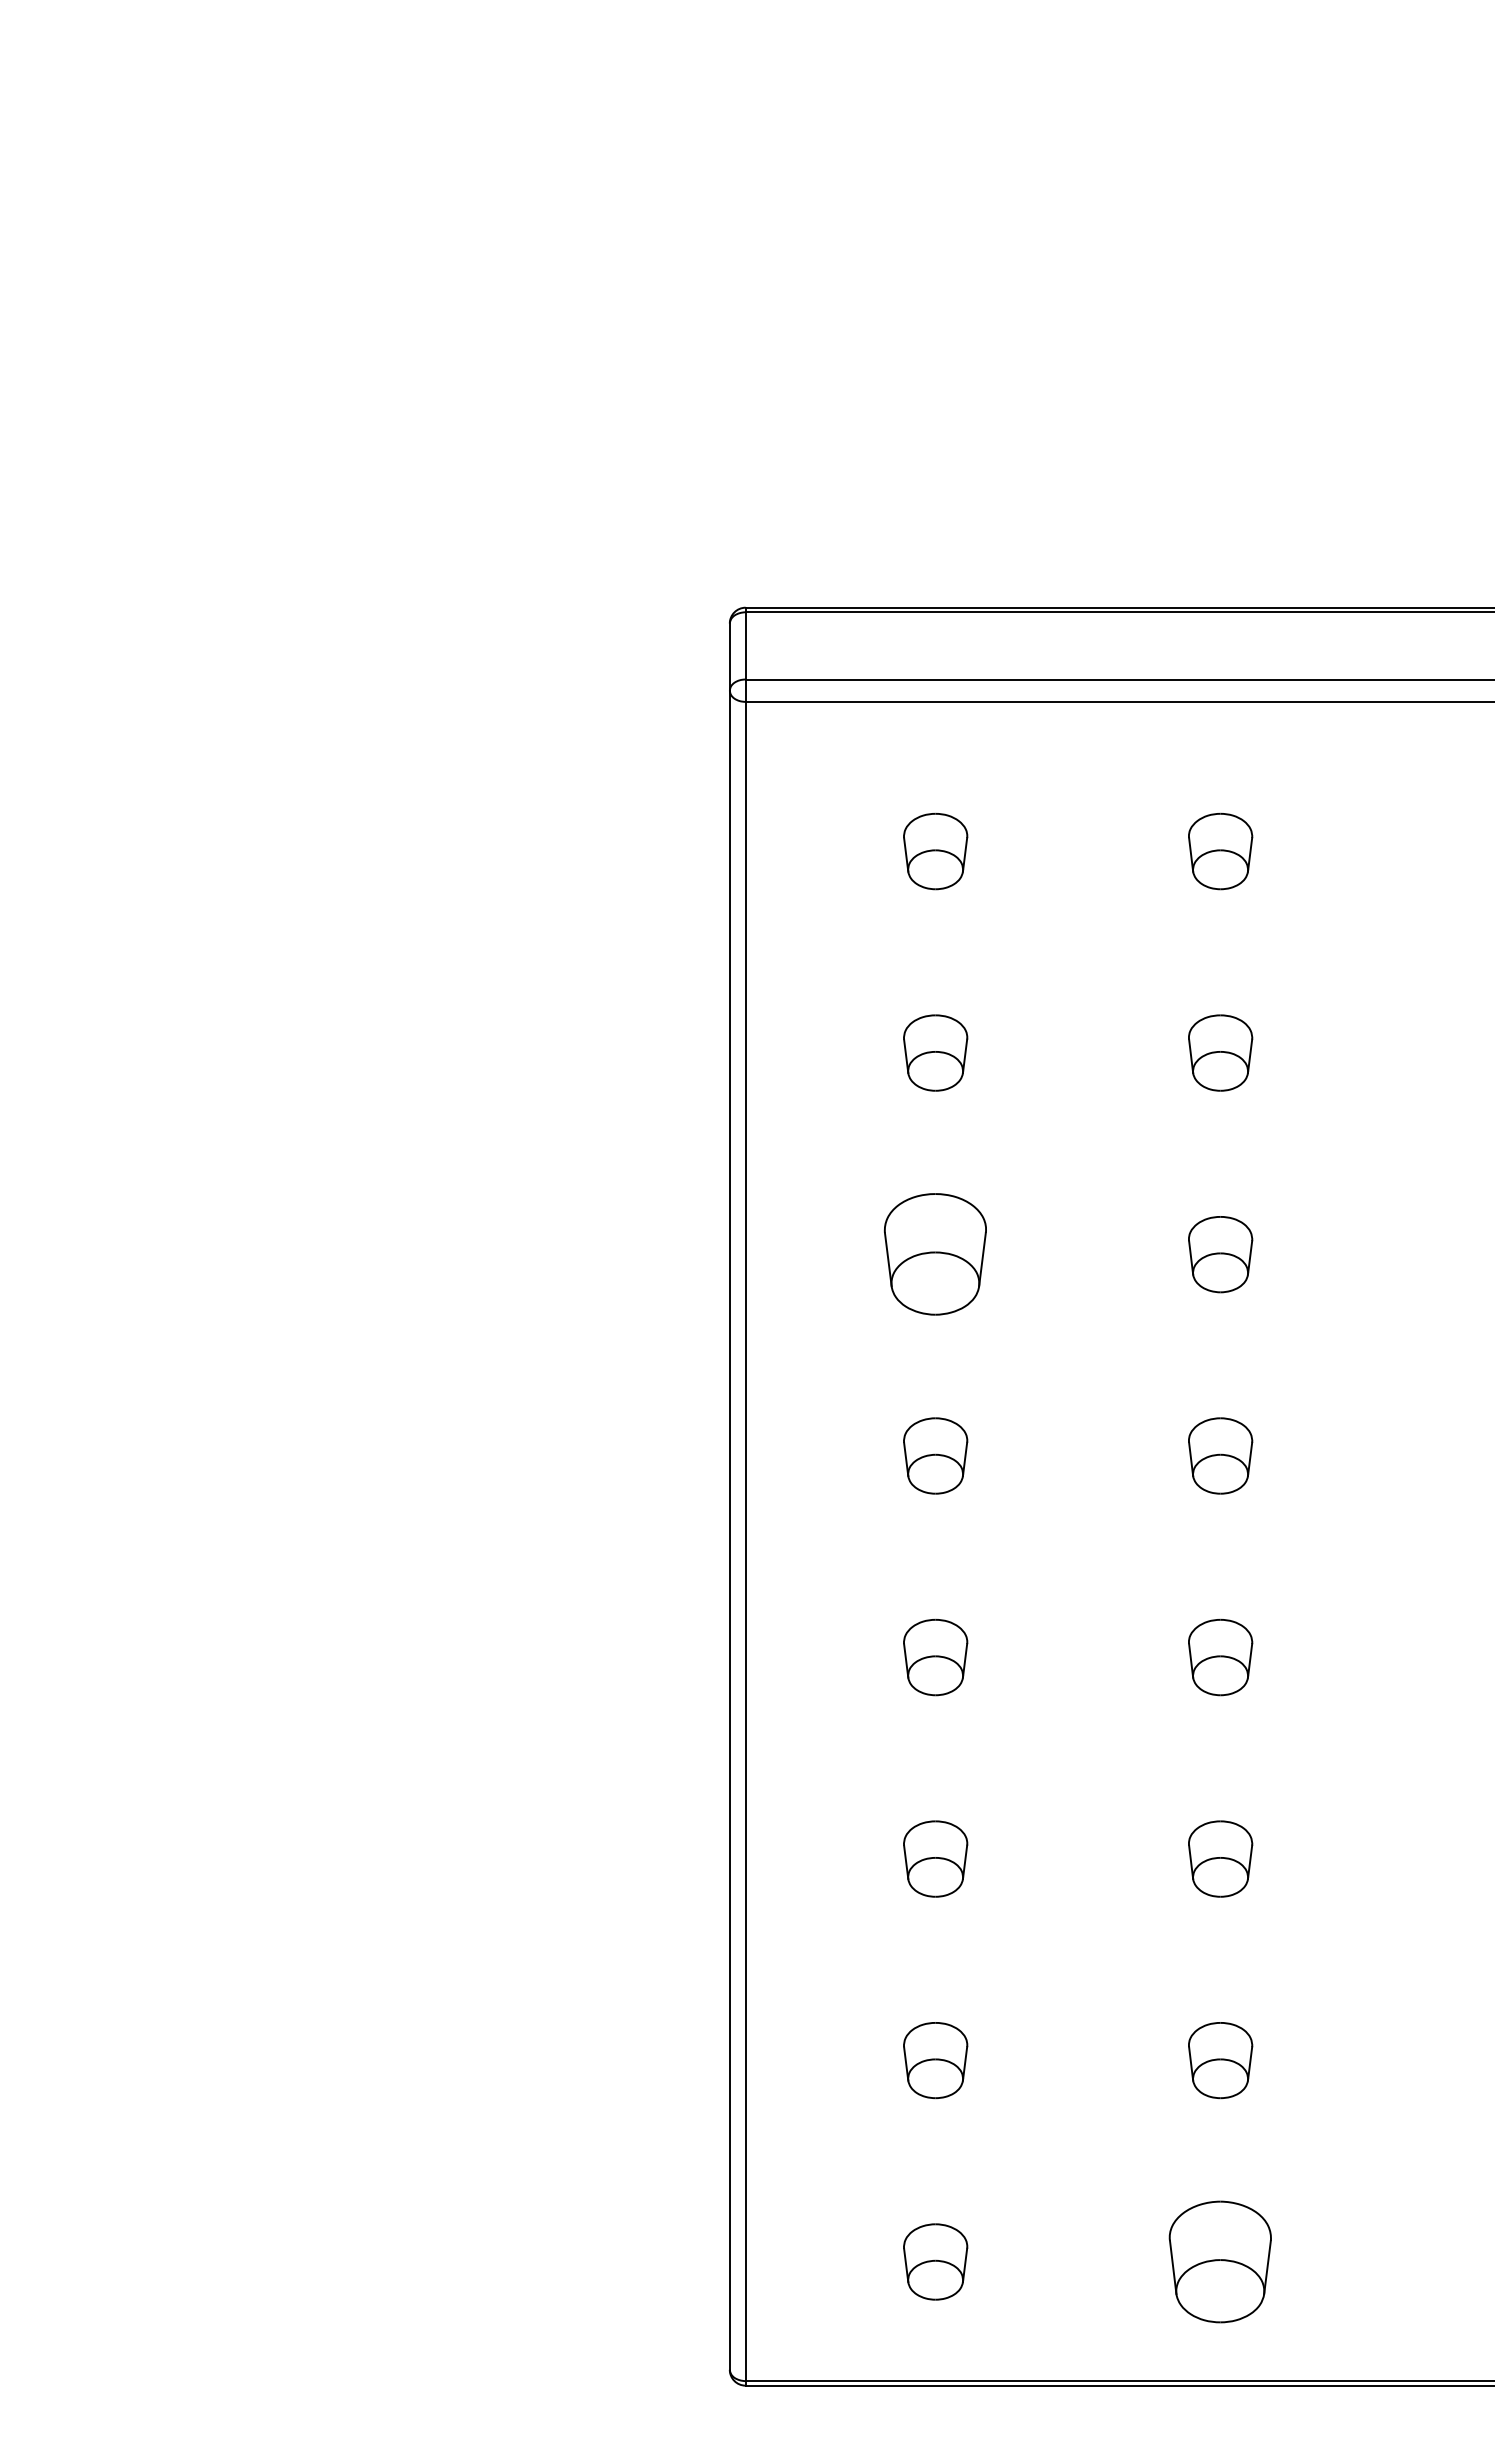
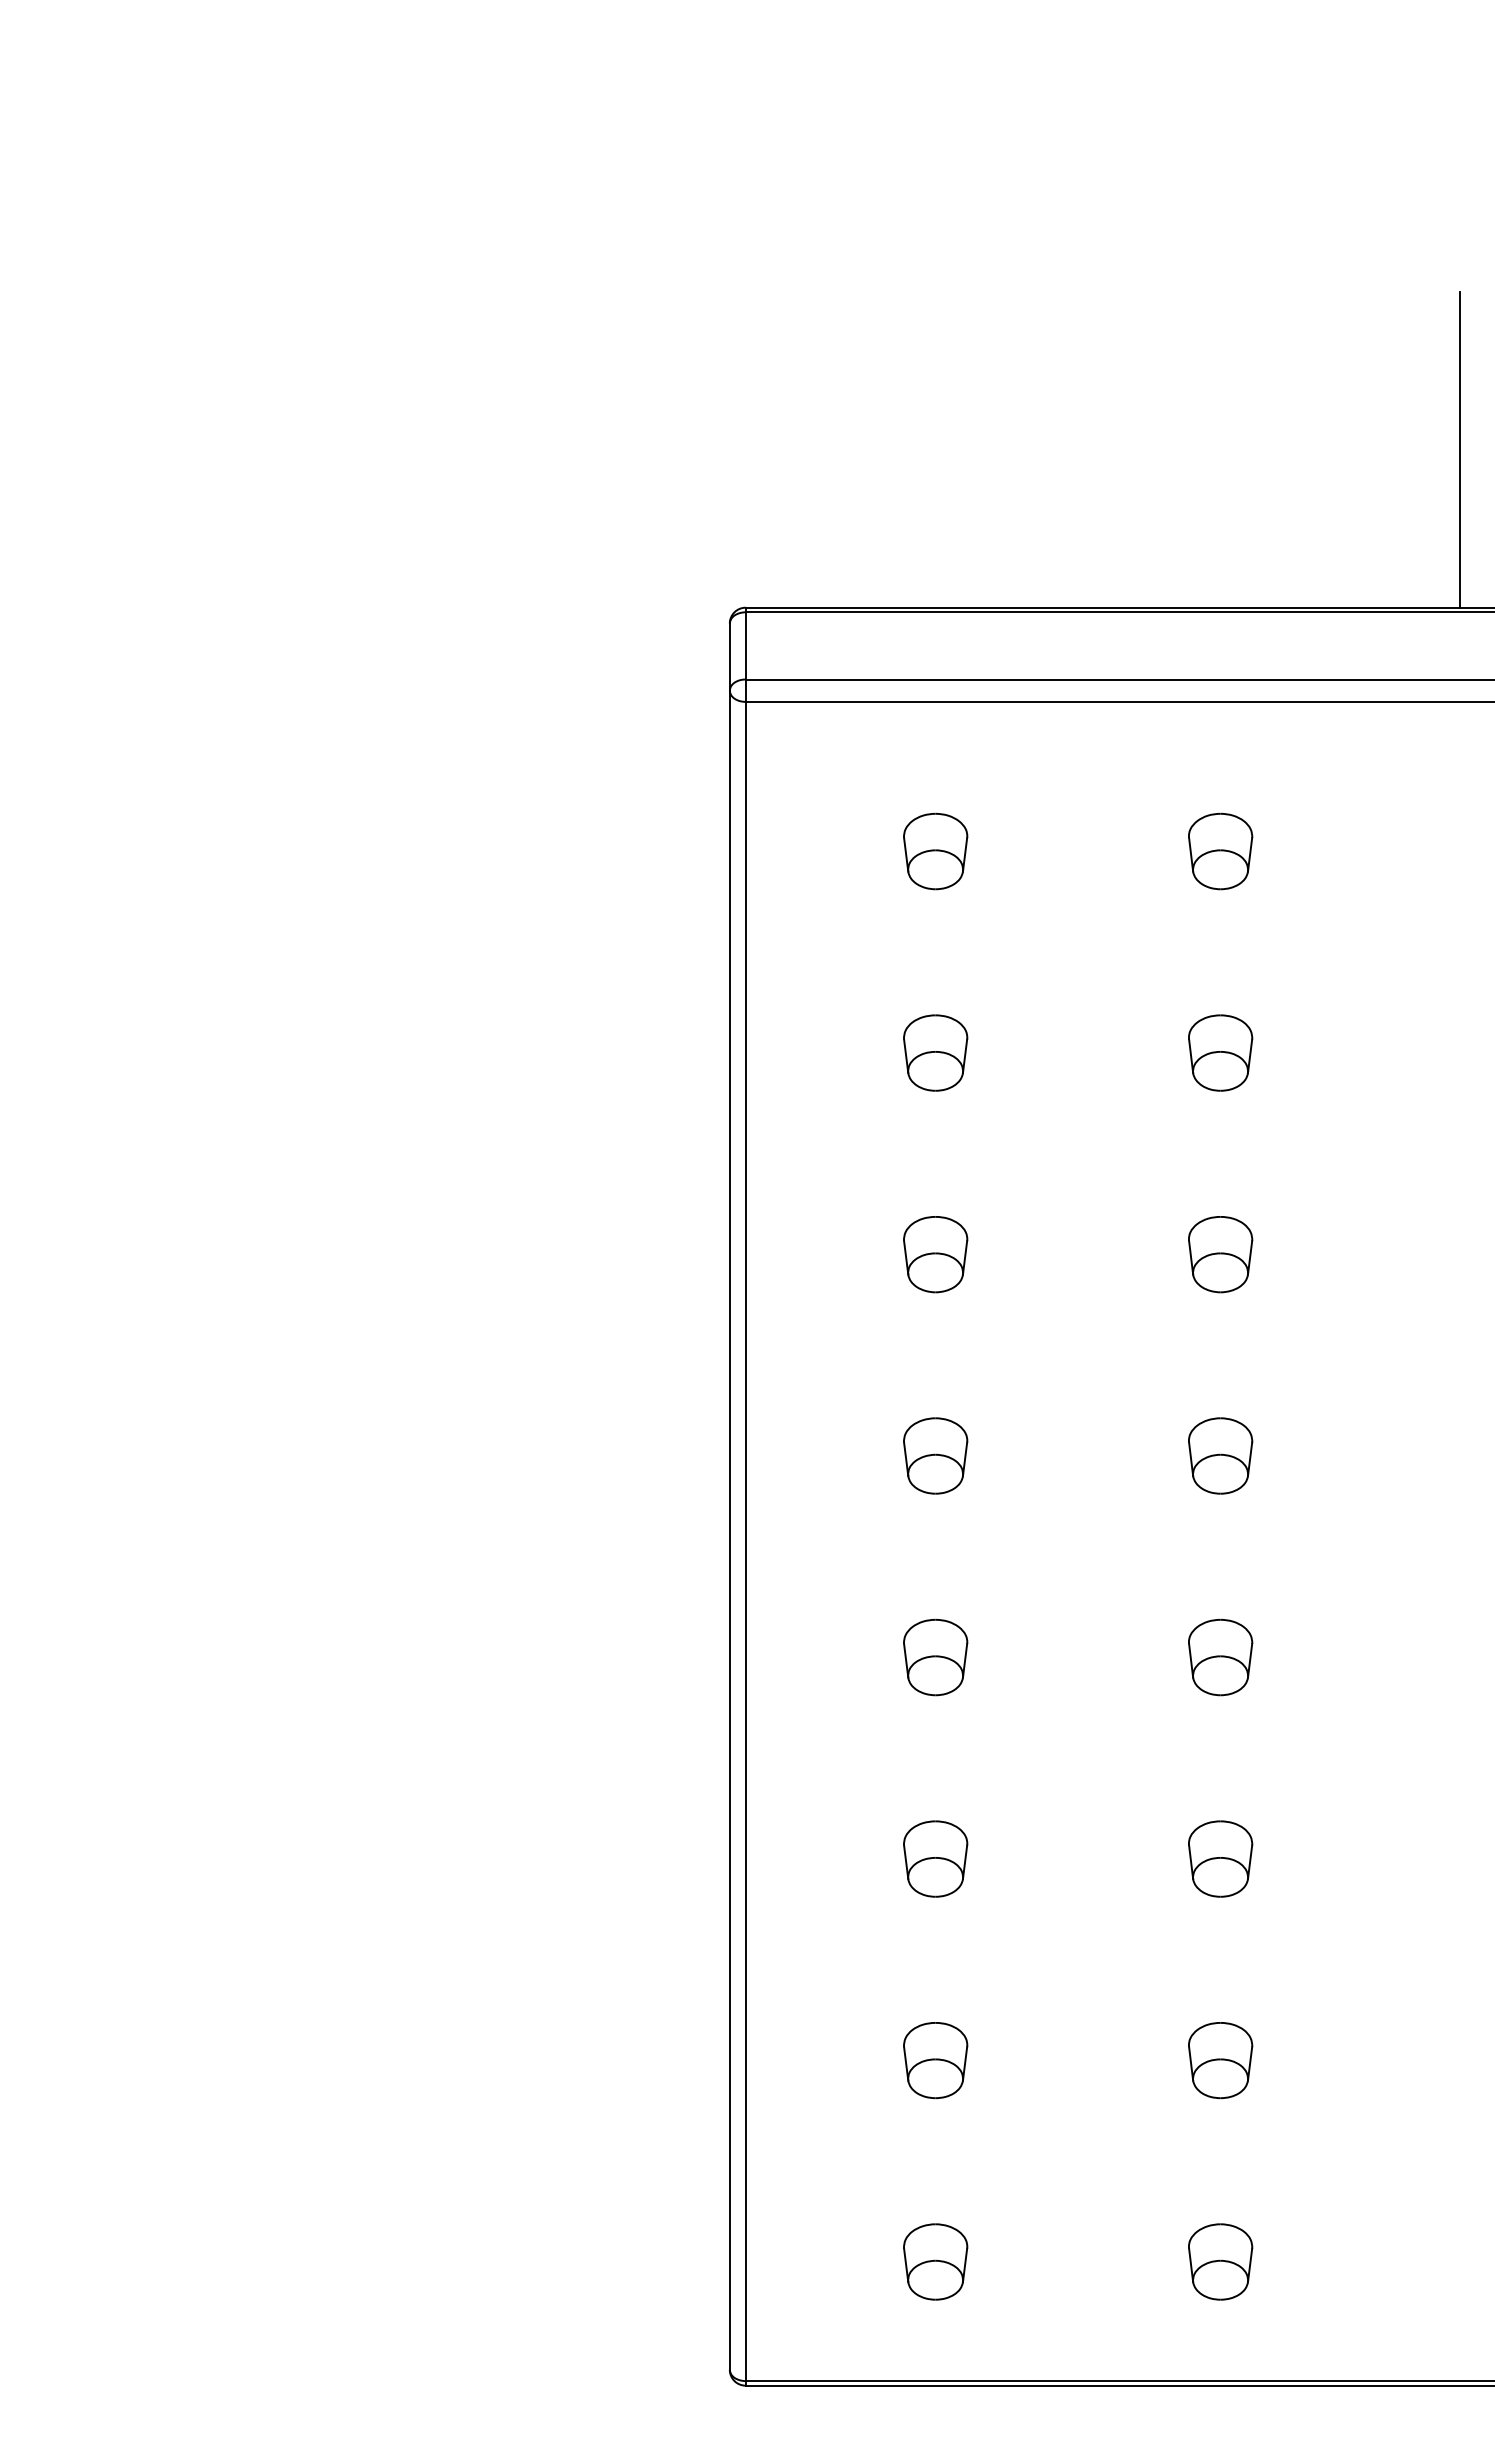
line at (1459, 449): none -> present
part at (934, 1254) size: 104x123 px -> 66x78 px
part at (1219, 2261) size: 104x124 px -> 66x78 px
